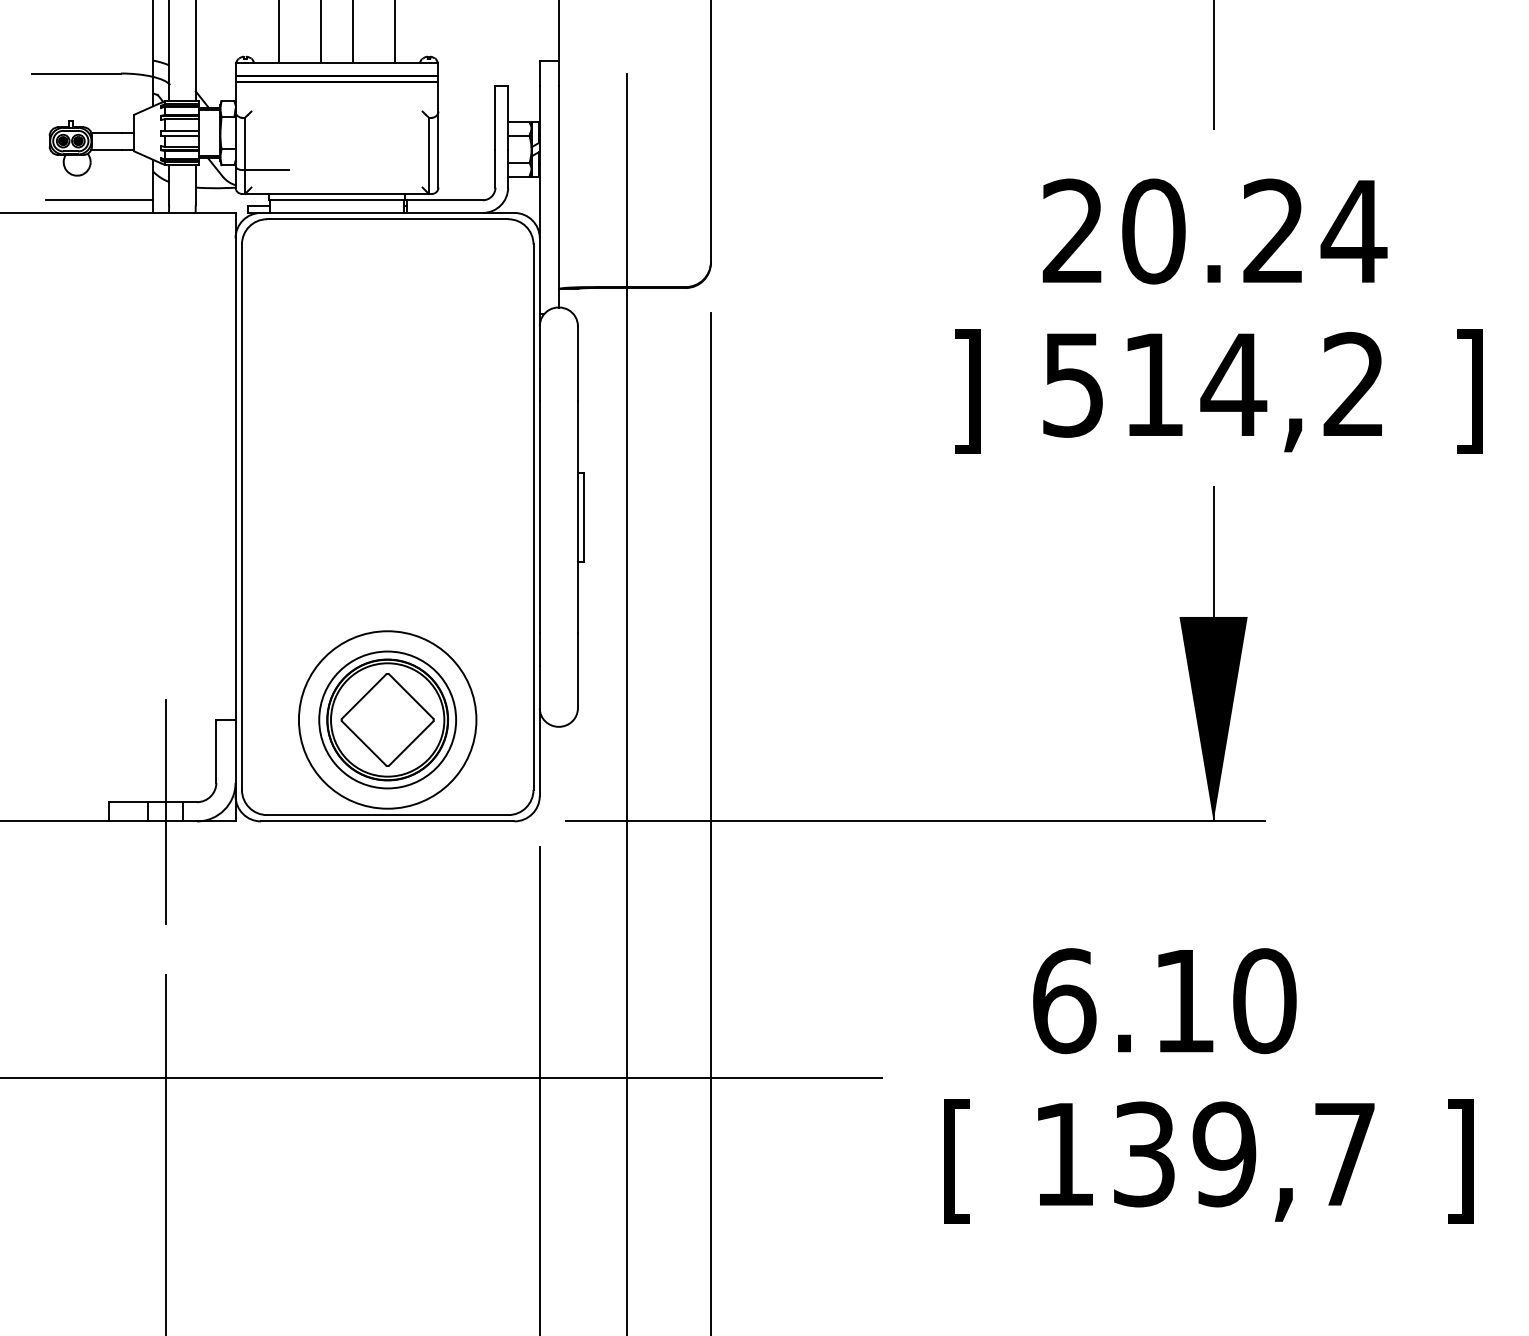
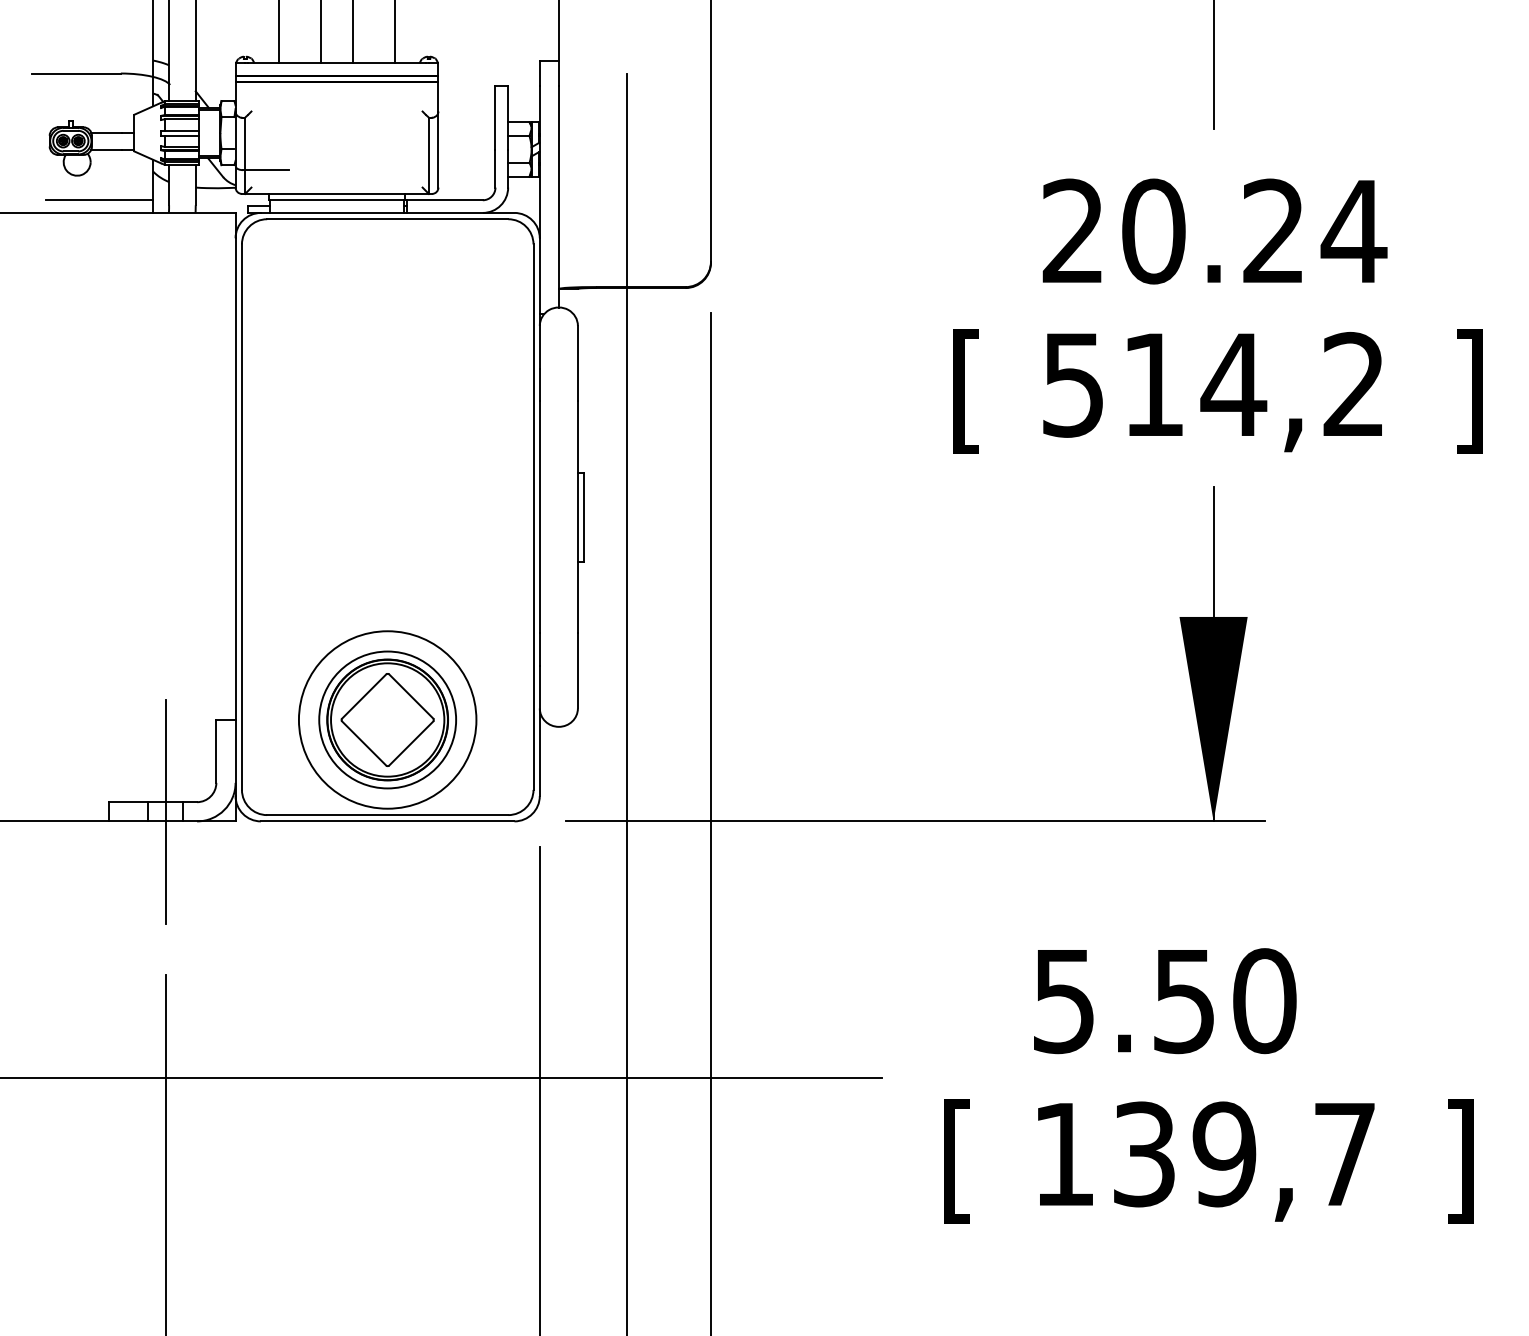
text at (966, 391): ] -> [
text at (1123, 1001): 6.10 -> 5.50
